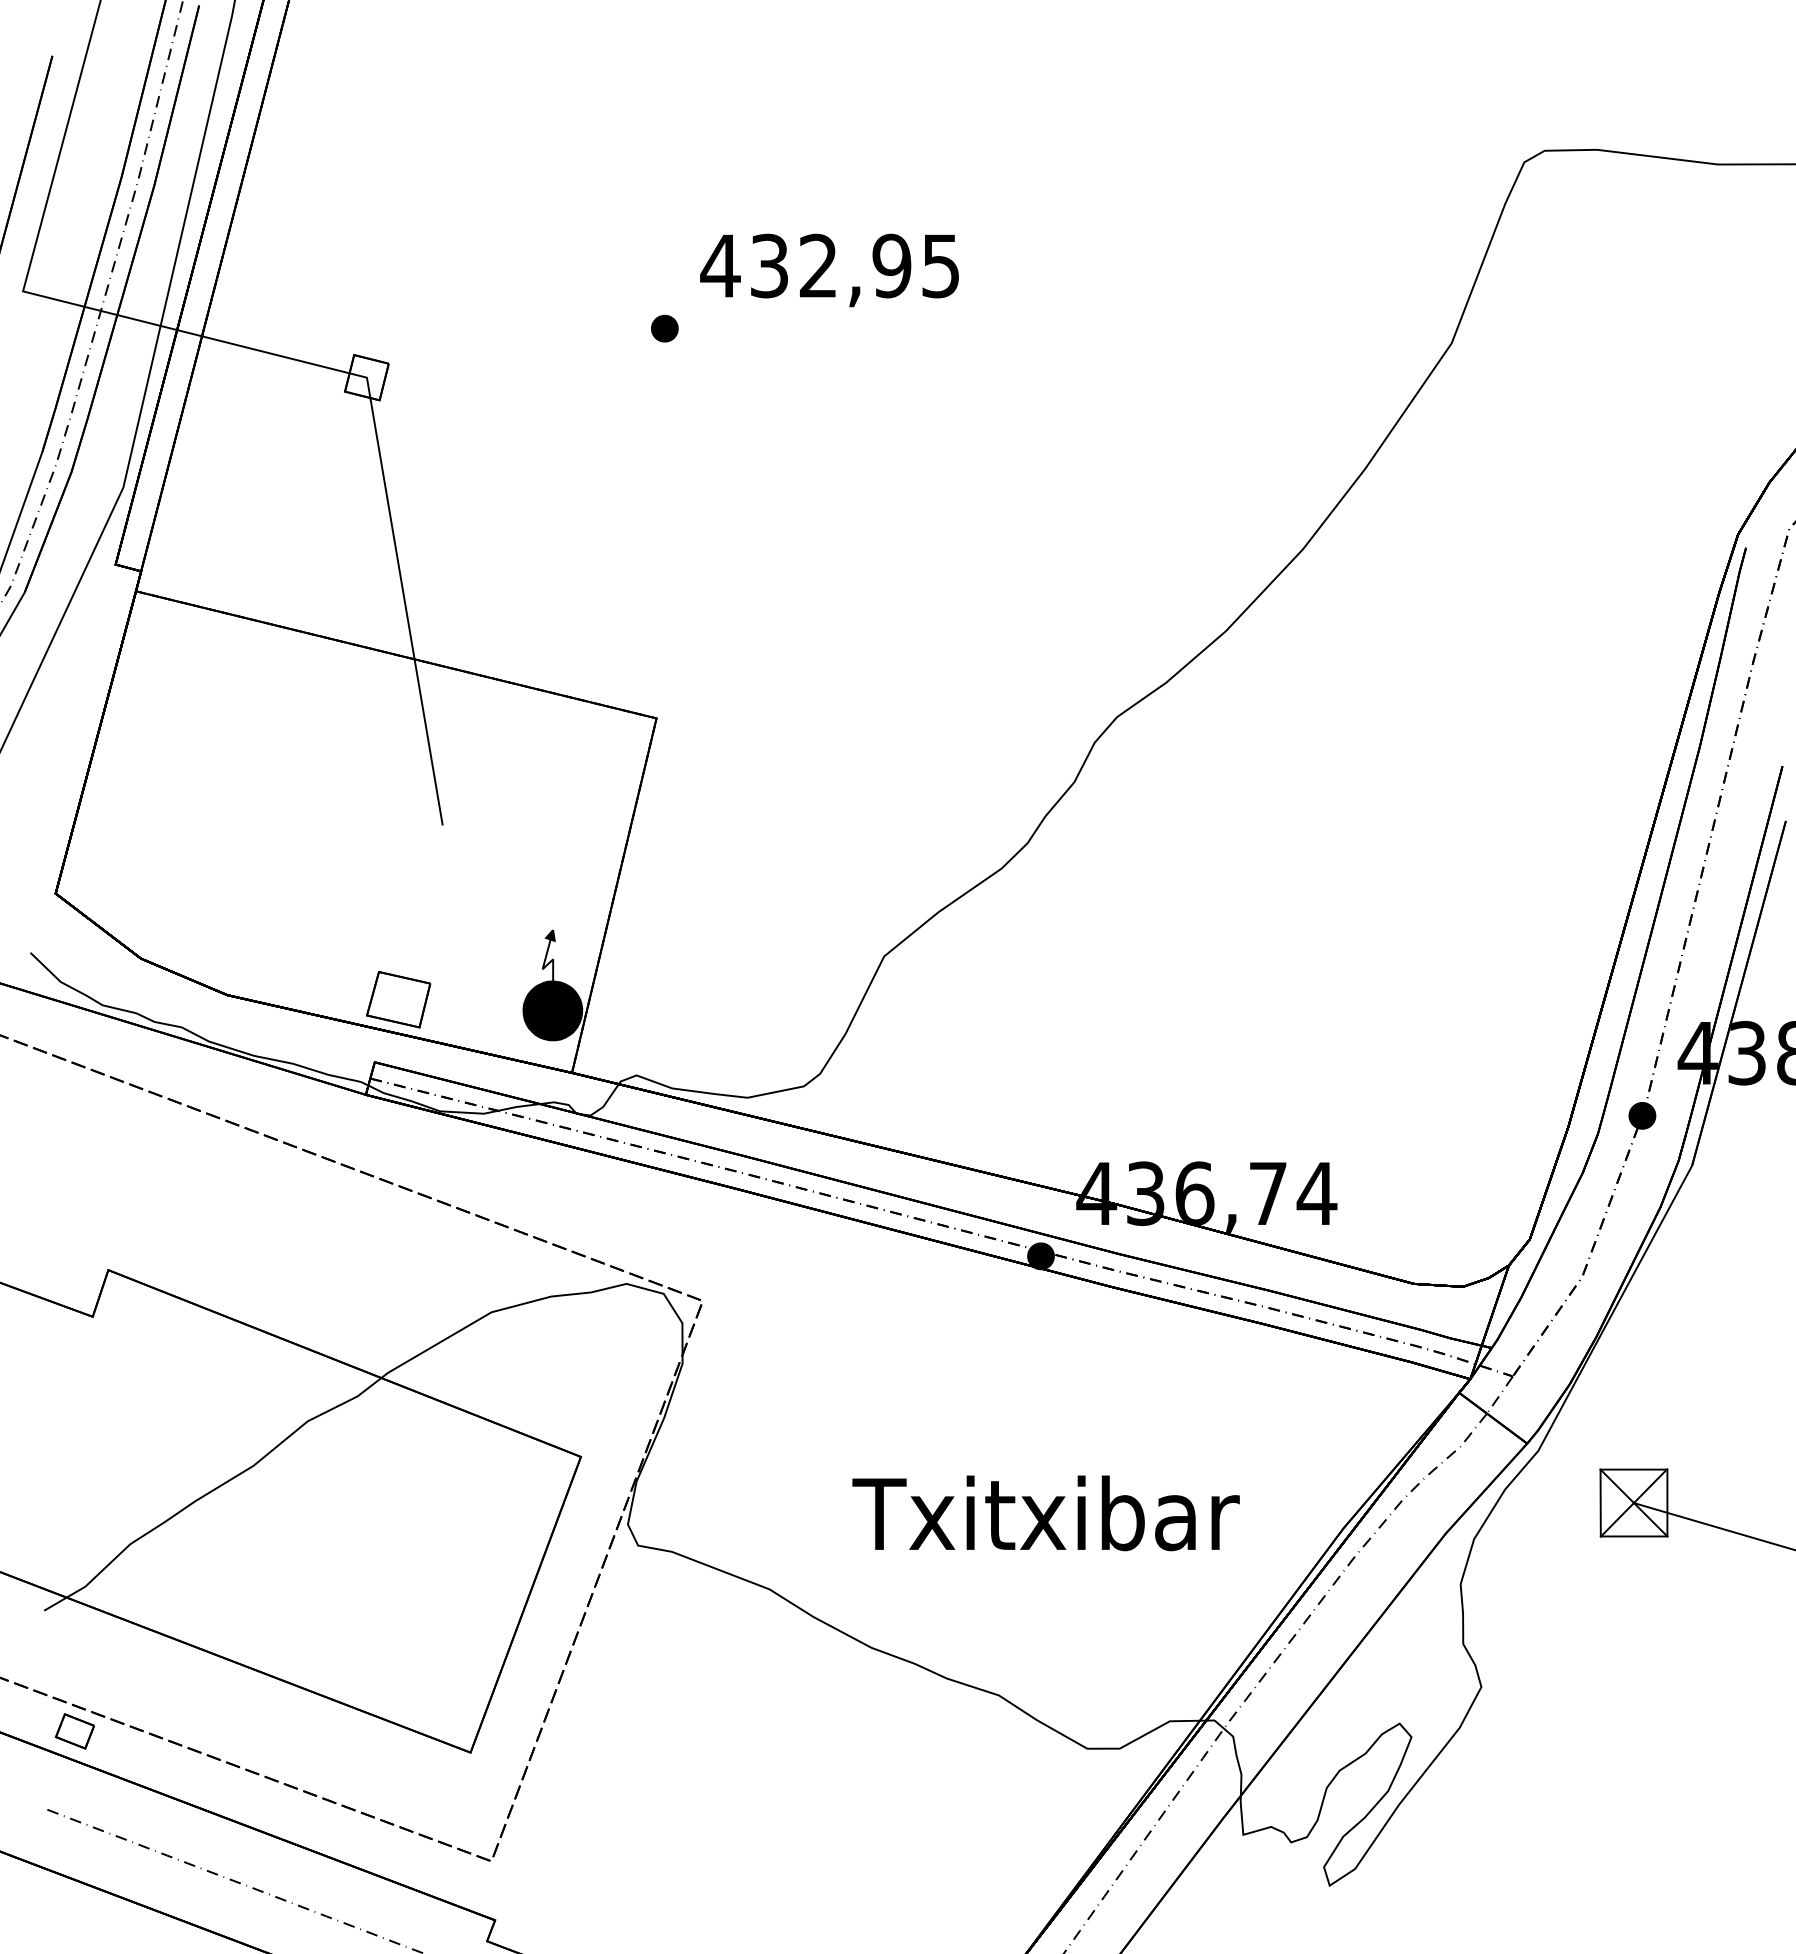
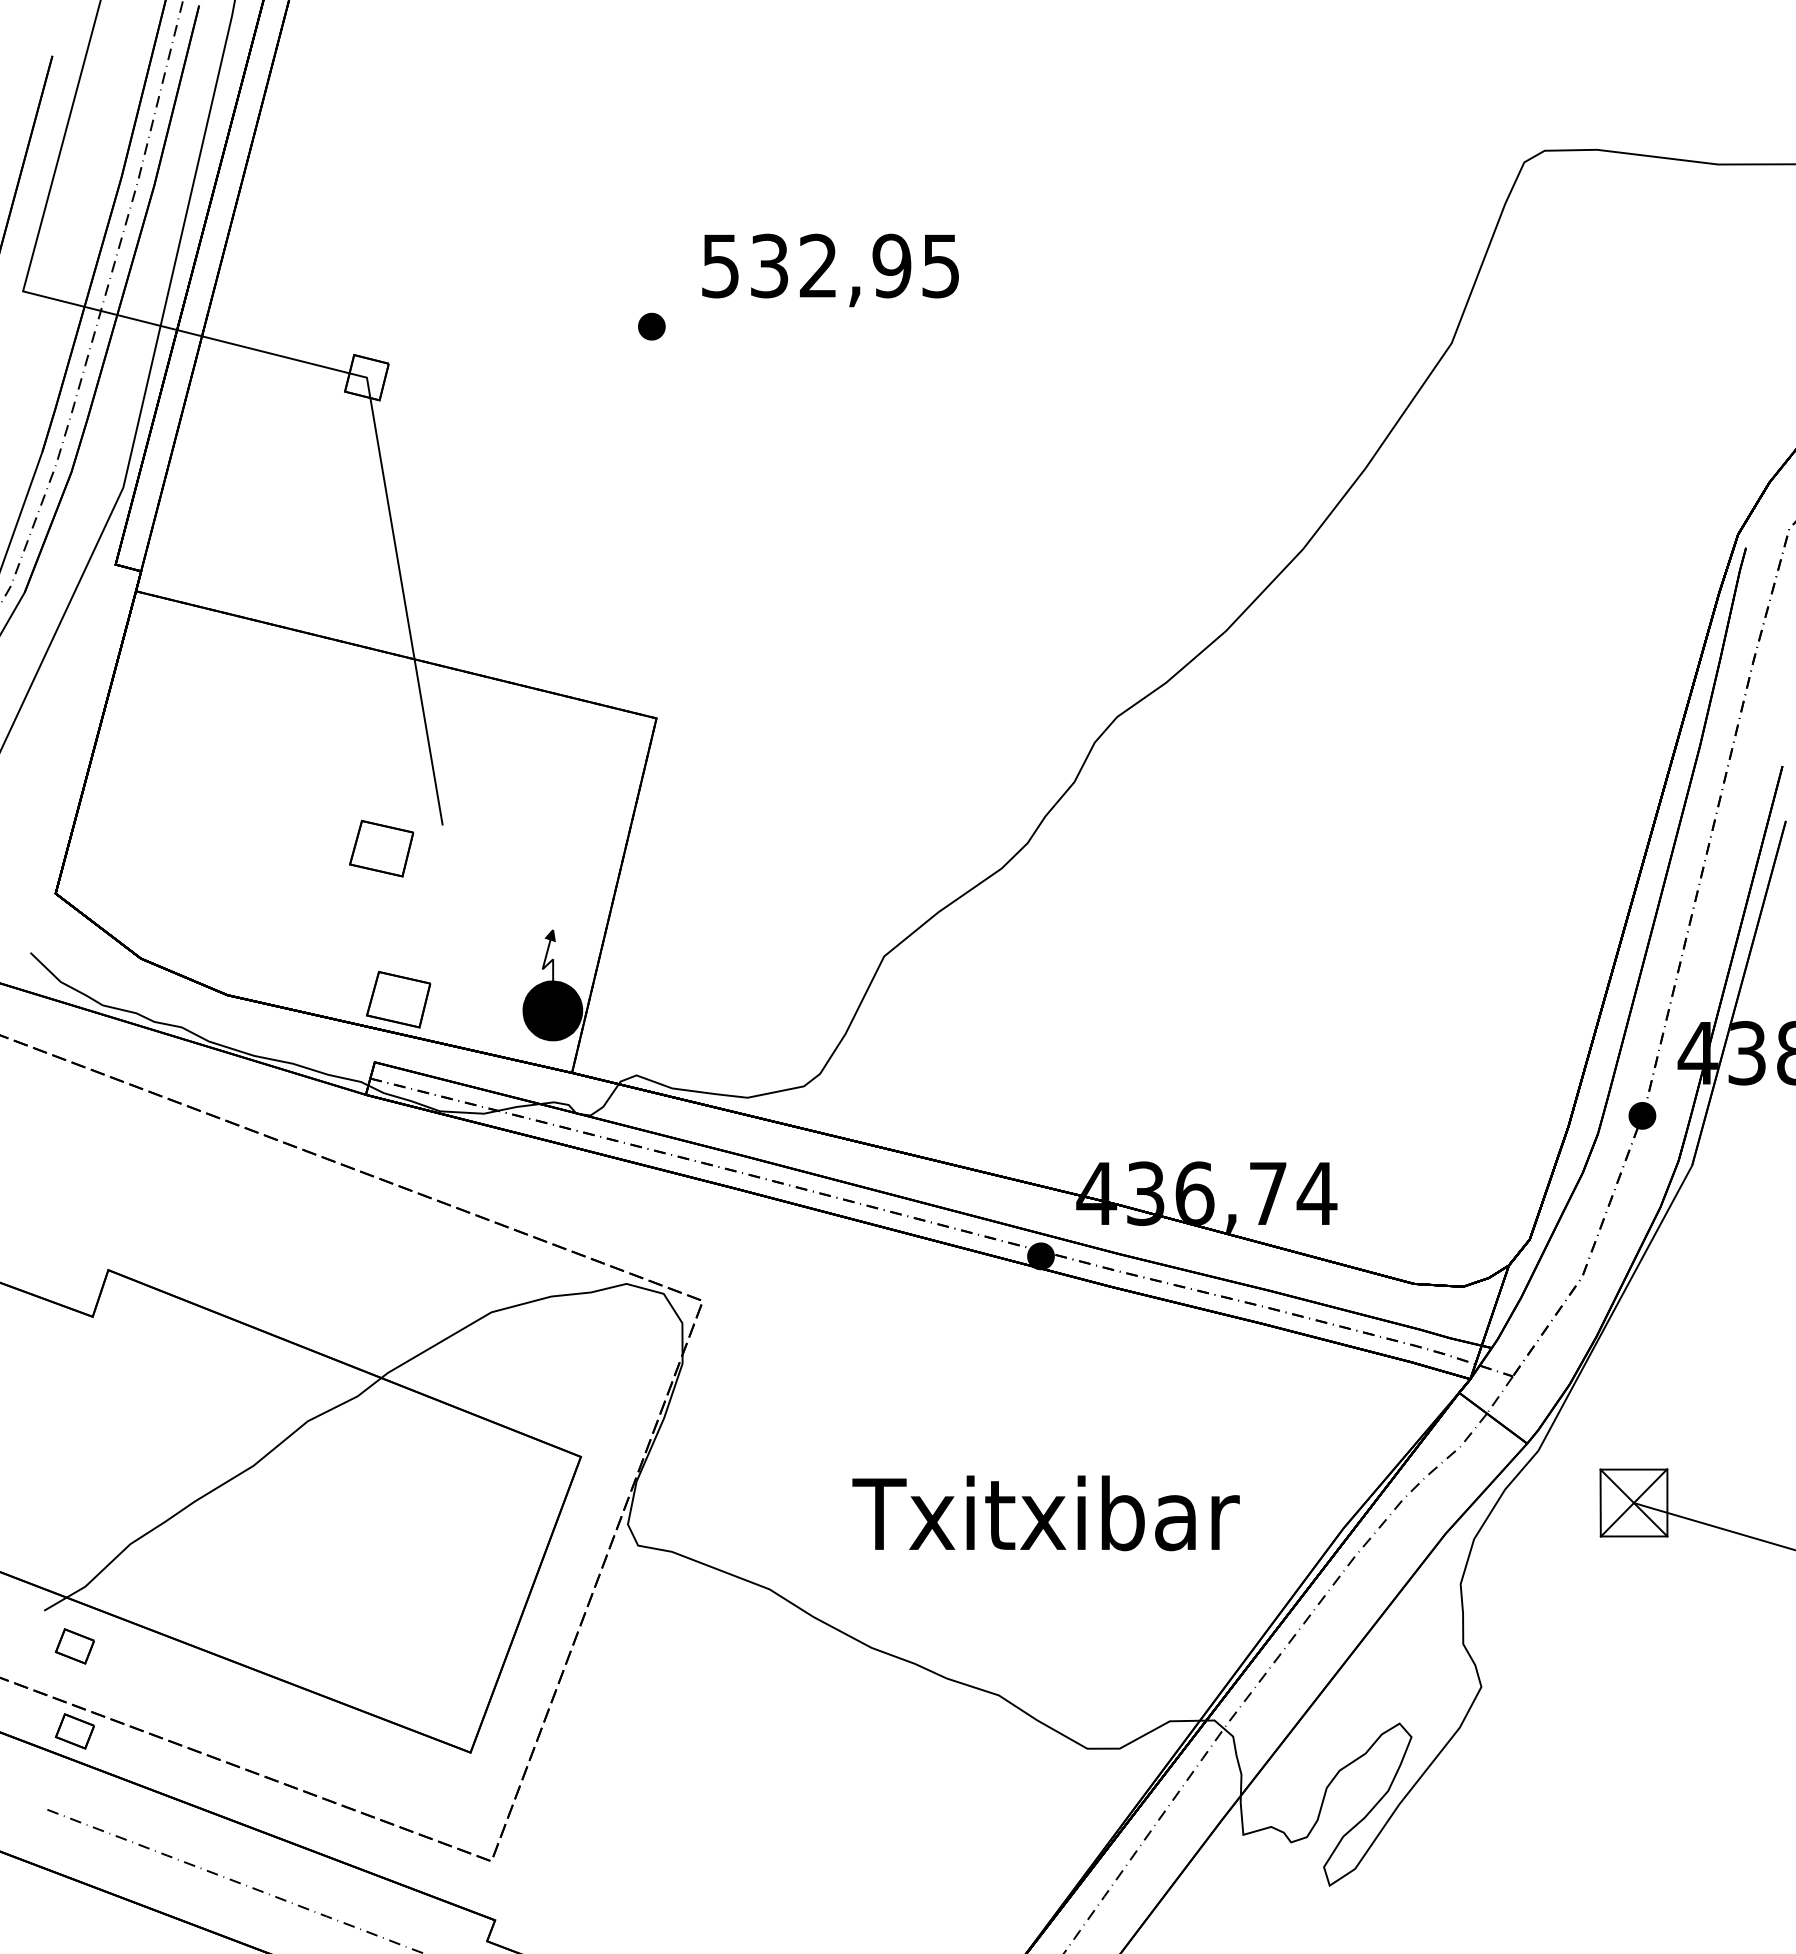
text at (720, 266): 432,95 -> 532,95
part at (664, 328) position: (664, 328) -> (651, 326)
part at (381, 848): none -> present
part at (74, 1646): none -> present
